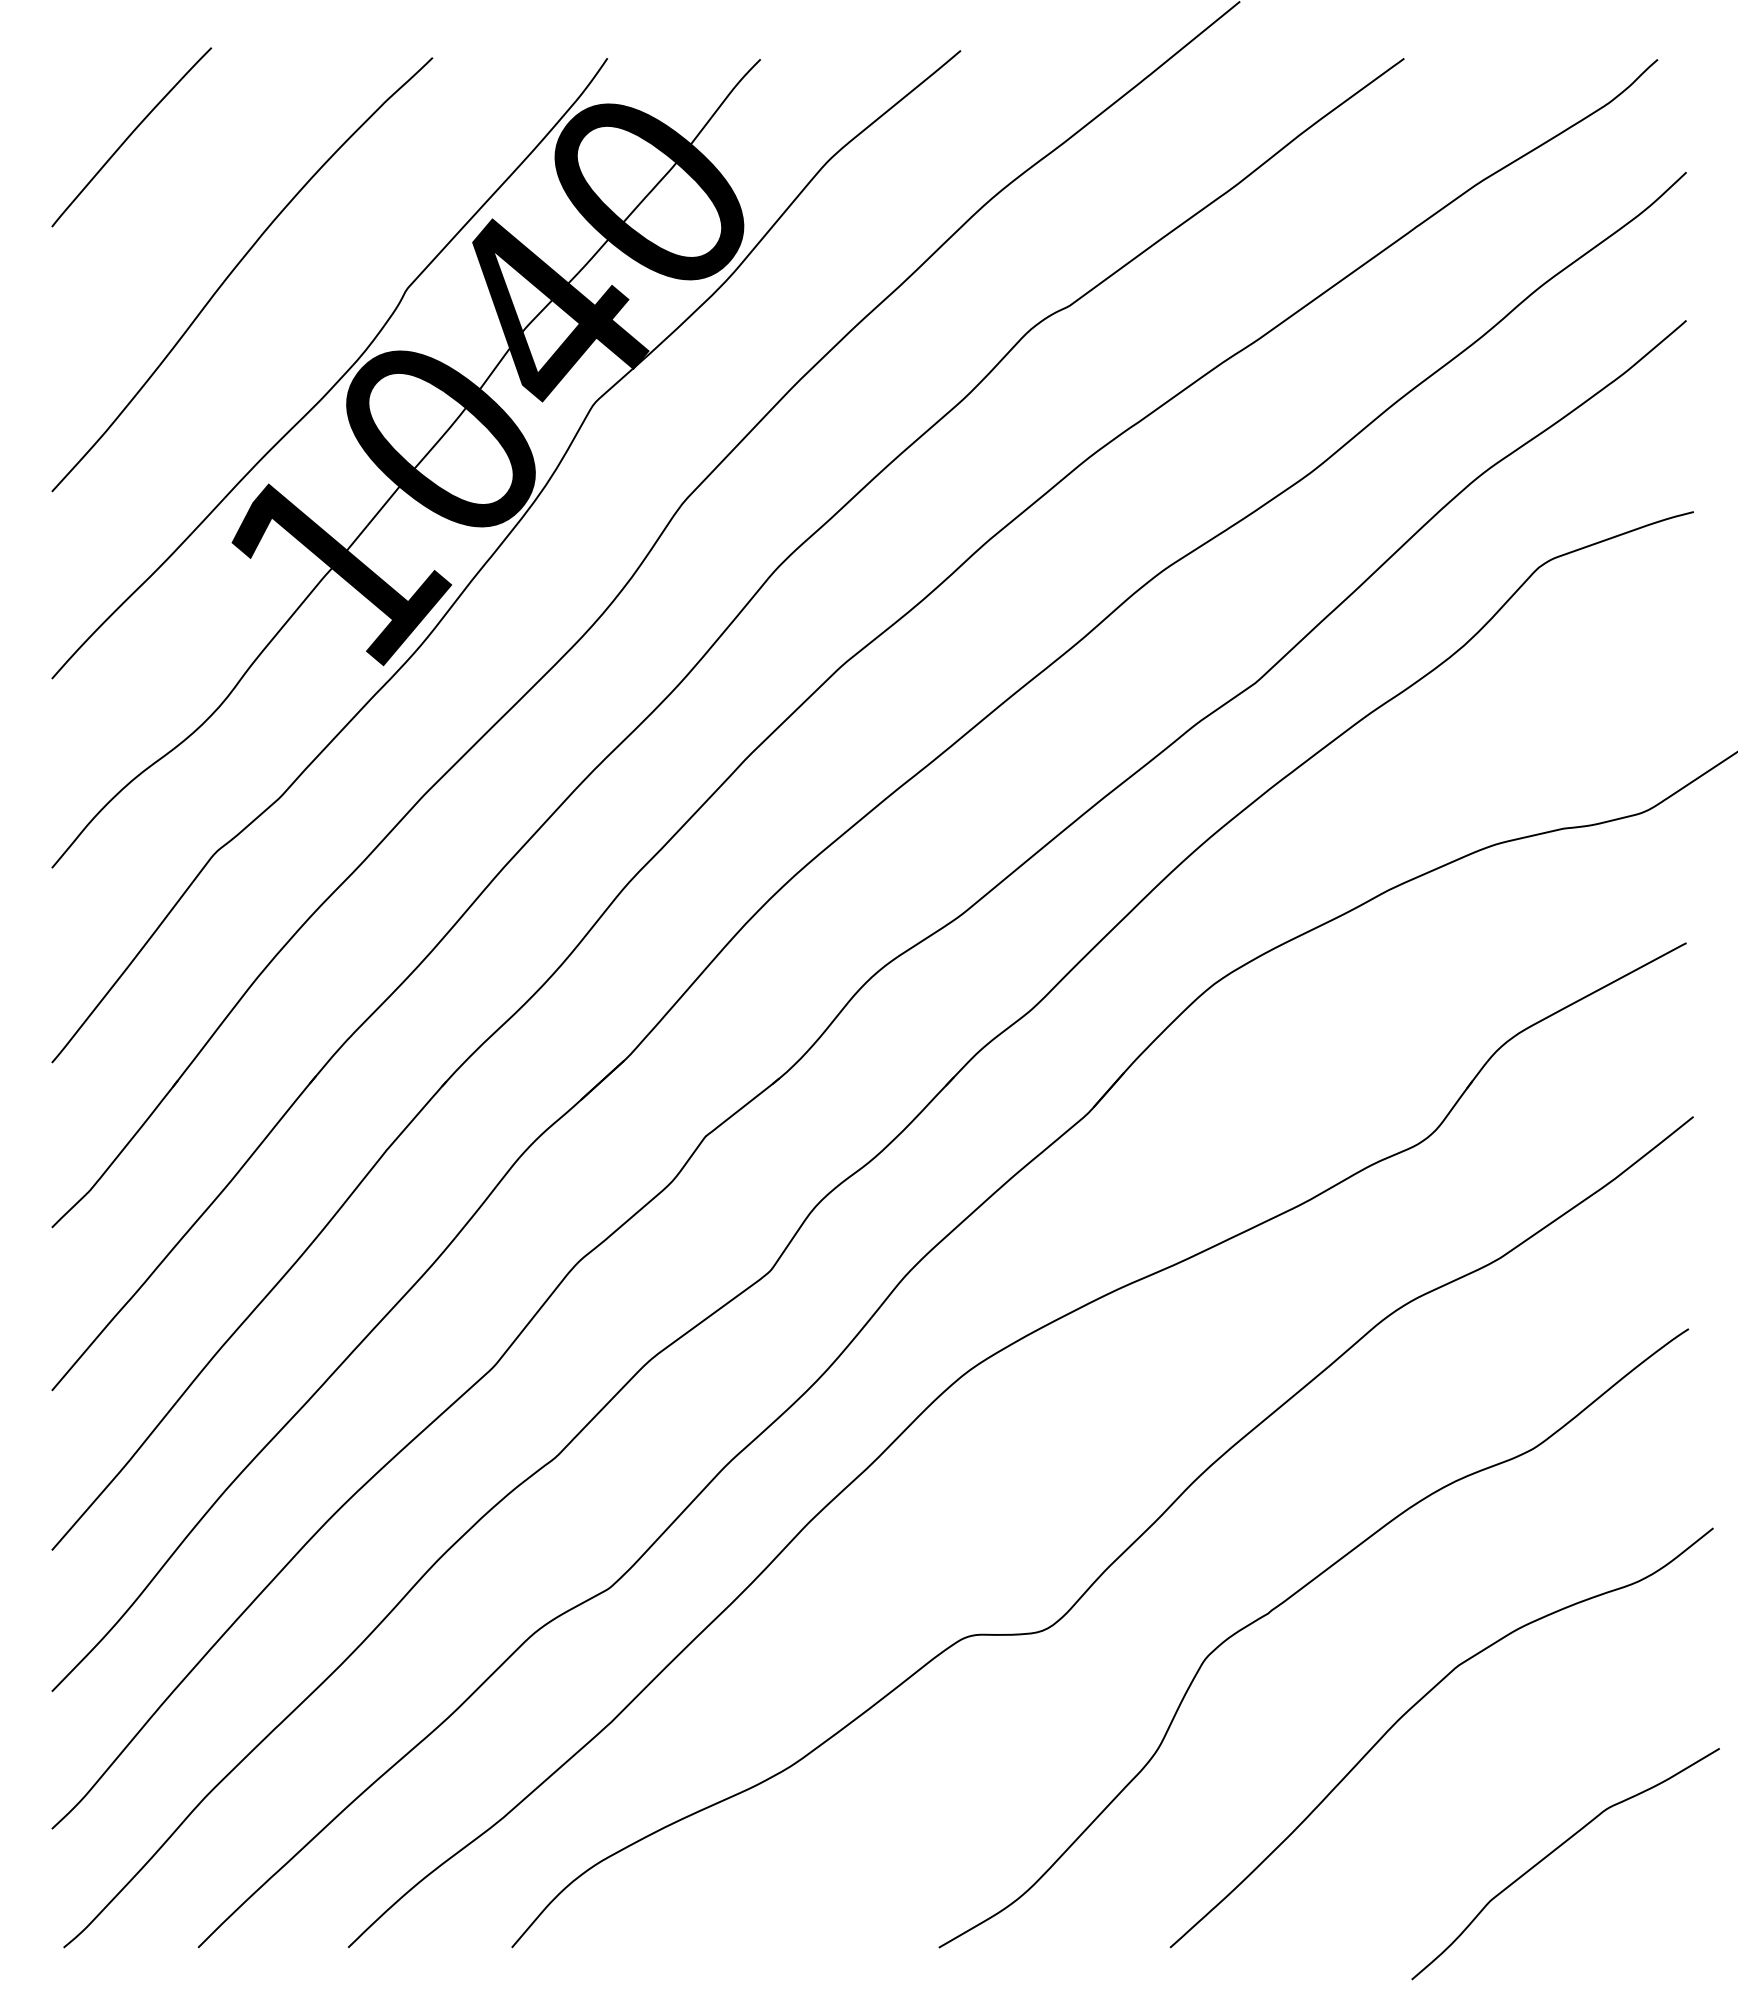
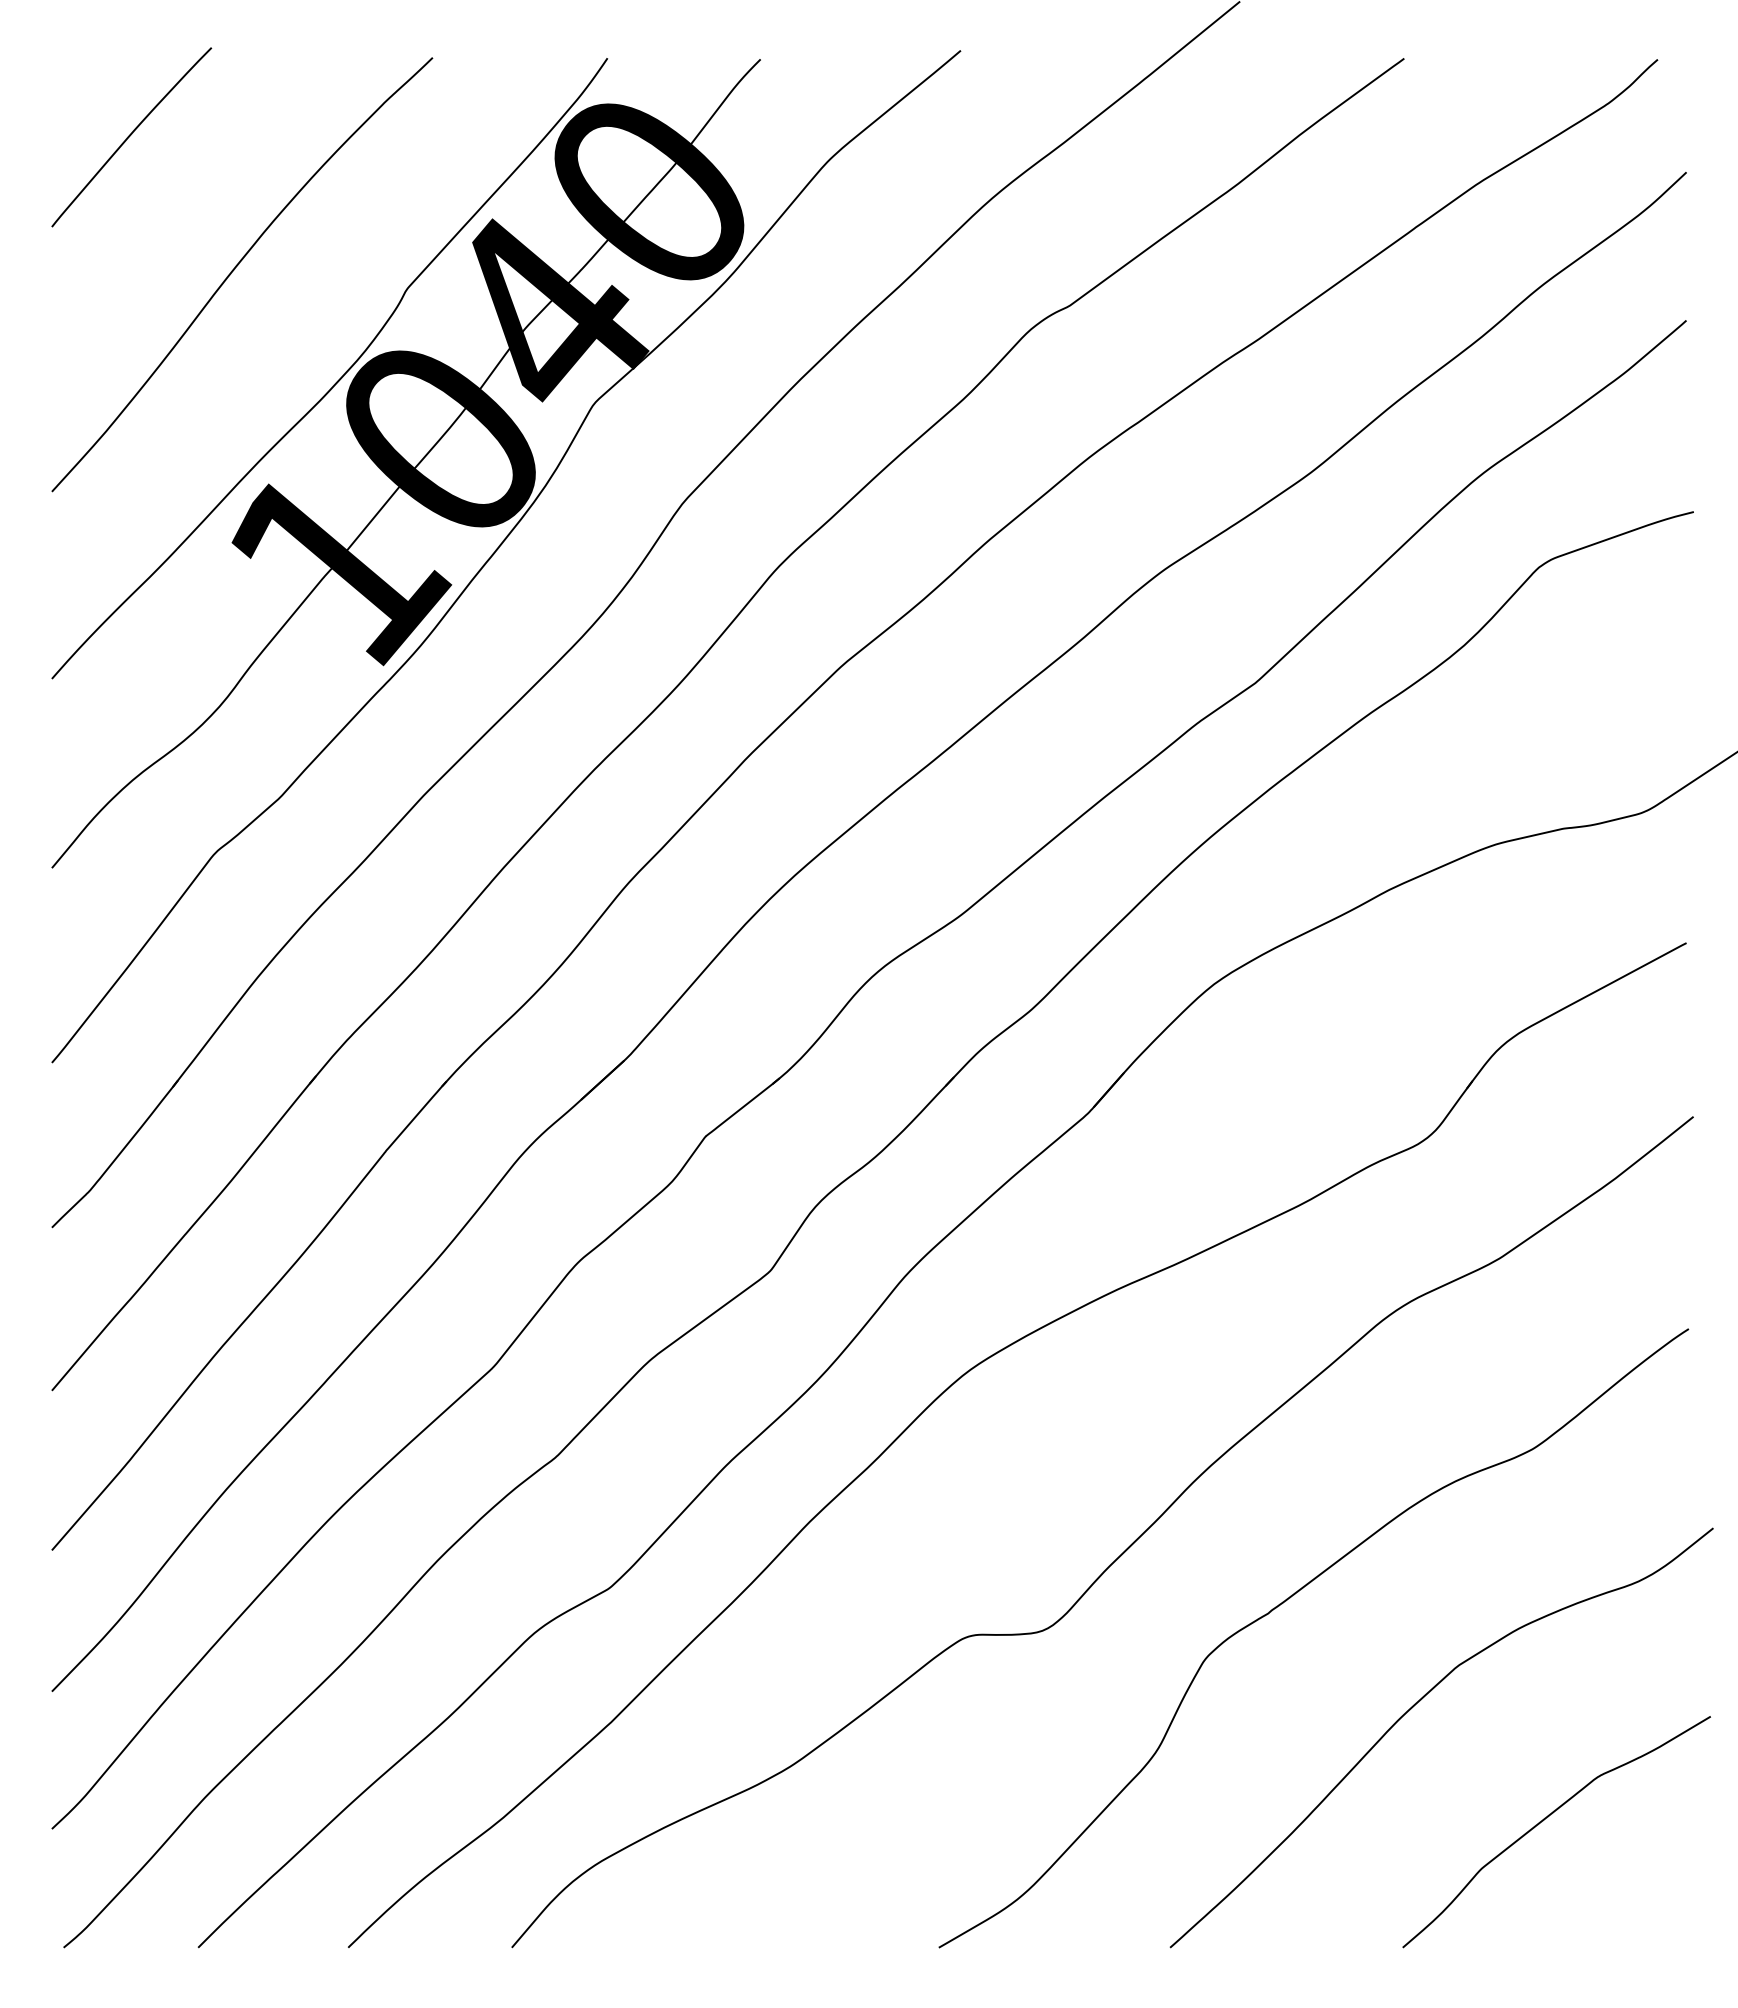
curve at (1553, 1852) position: (1553, 1852) -> (1544, 1820)
